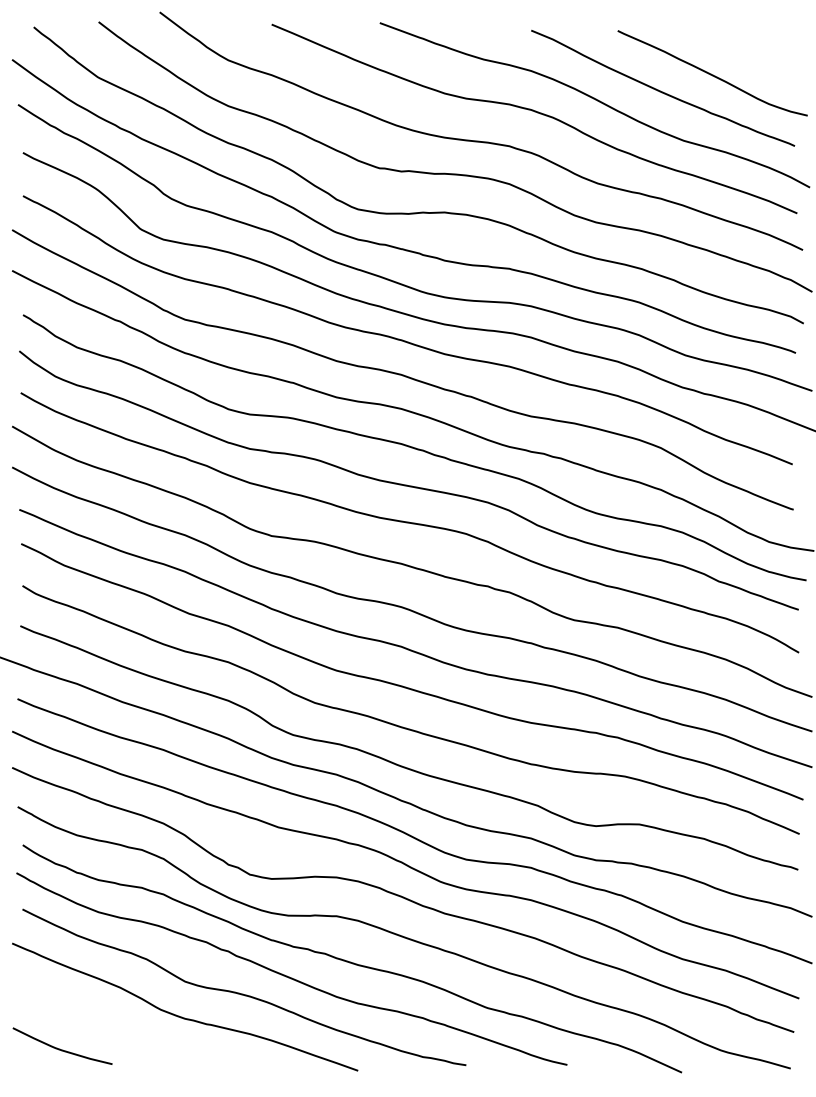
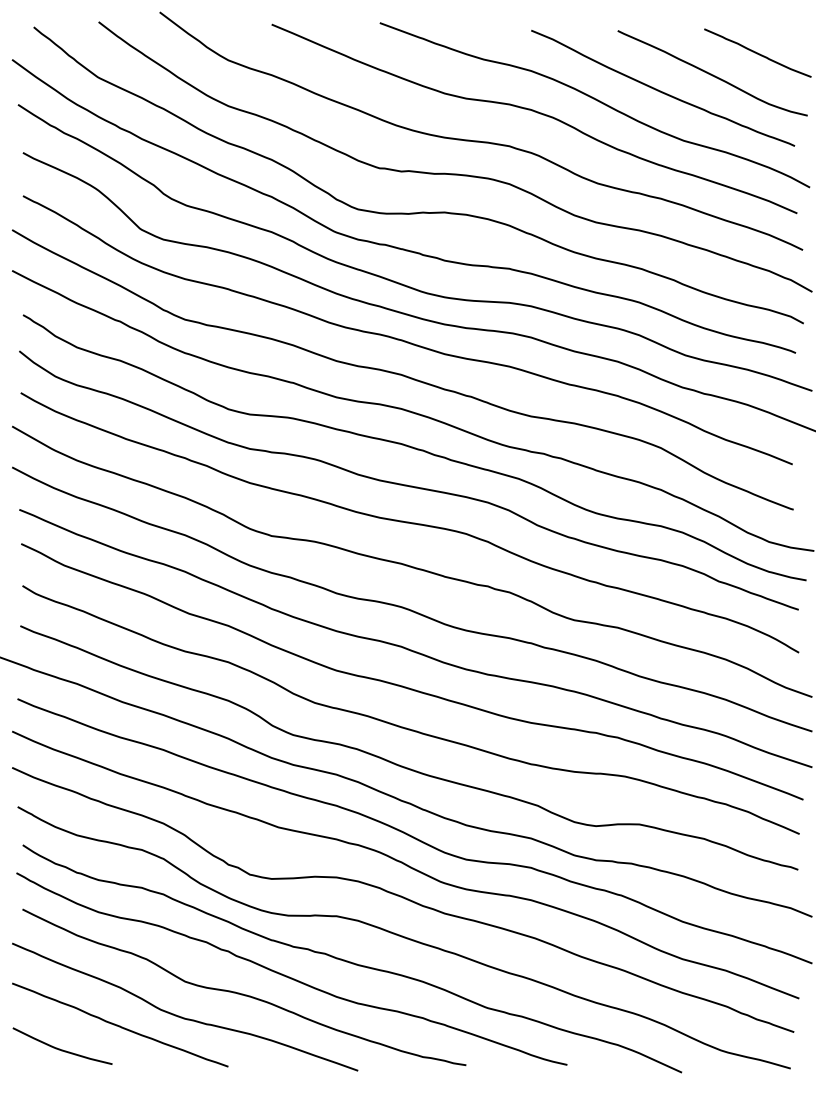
curve at (757, 52): none -> present
curve at (120, 1025): none -> present
